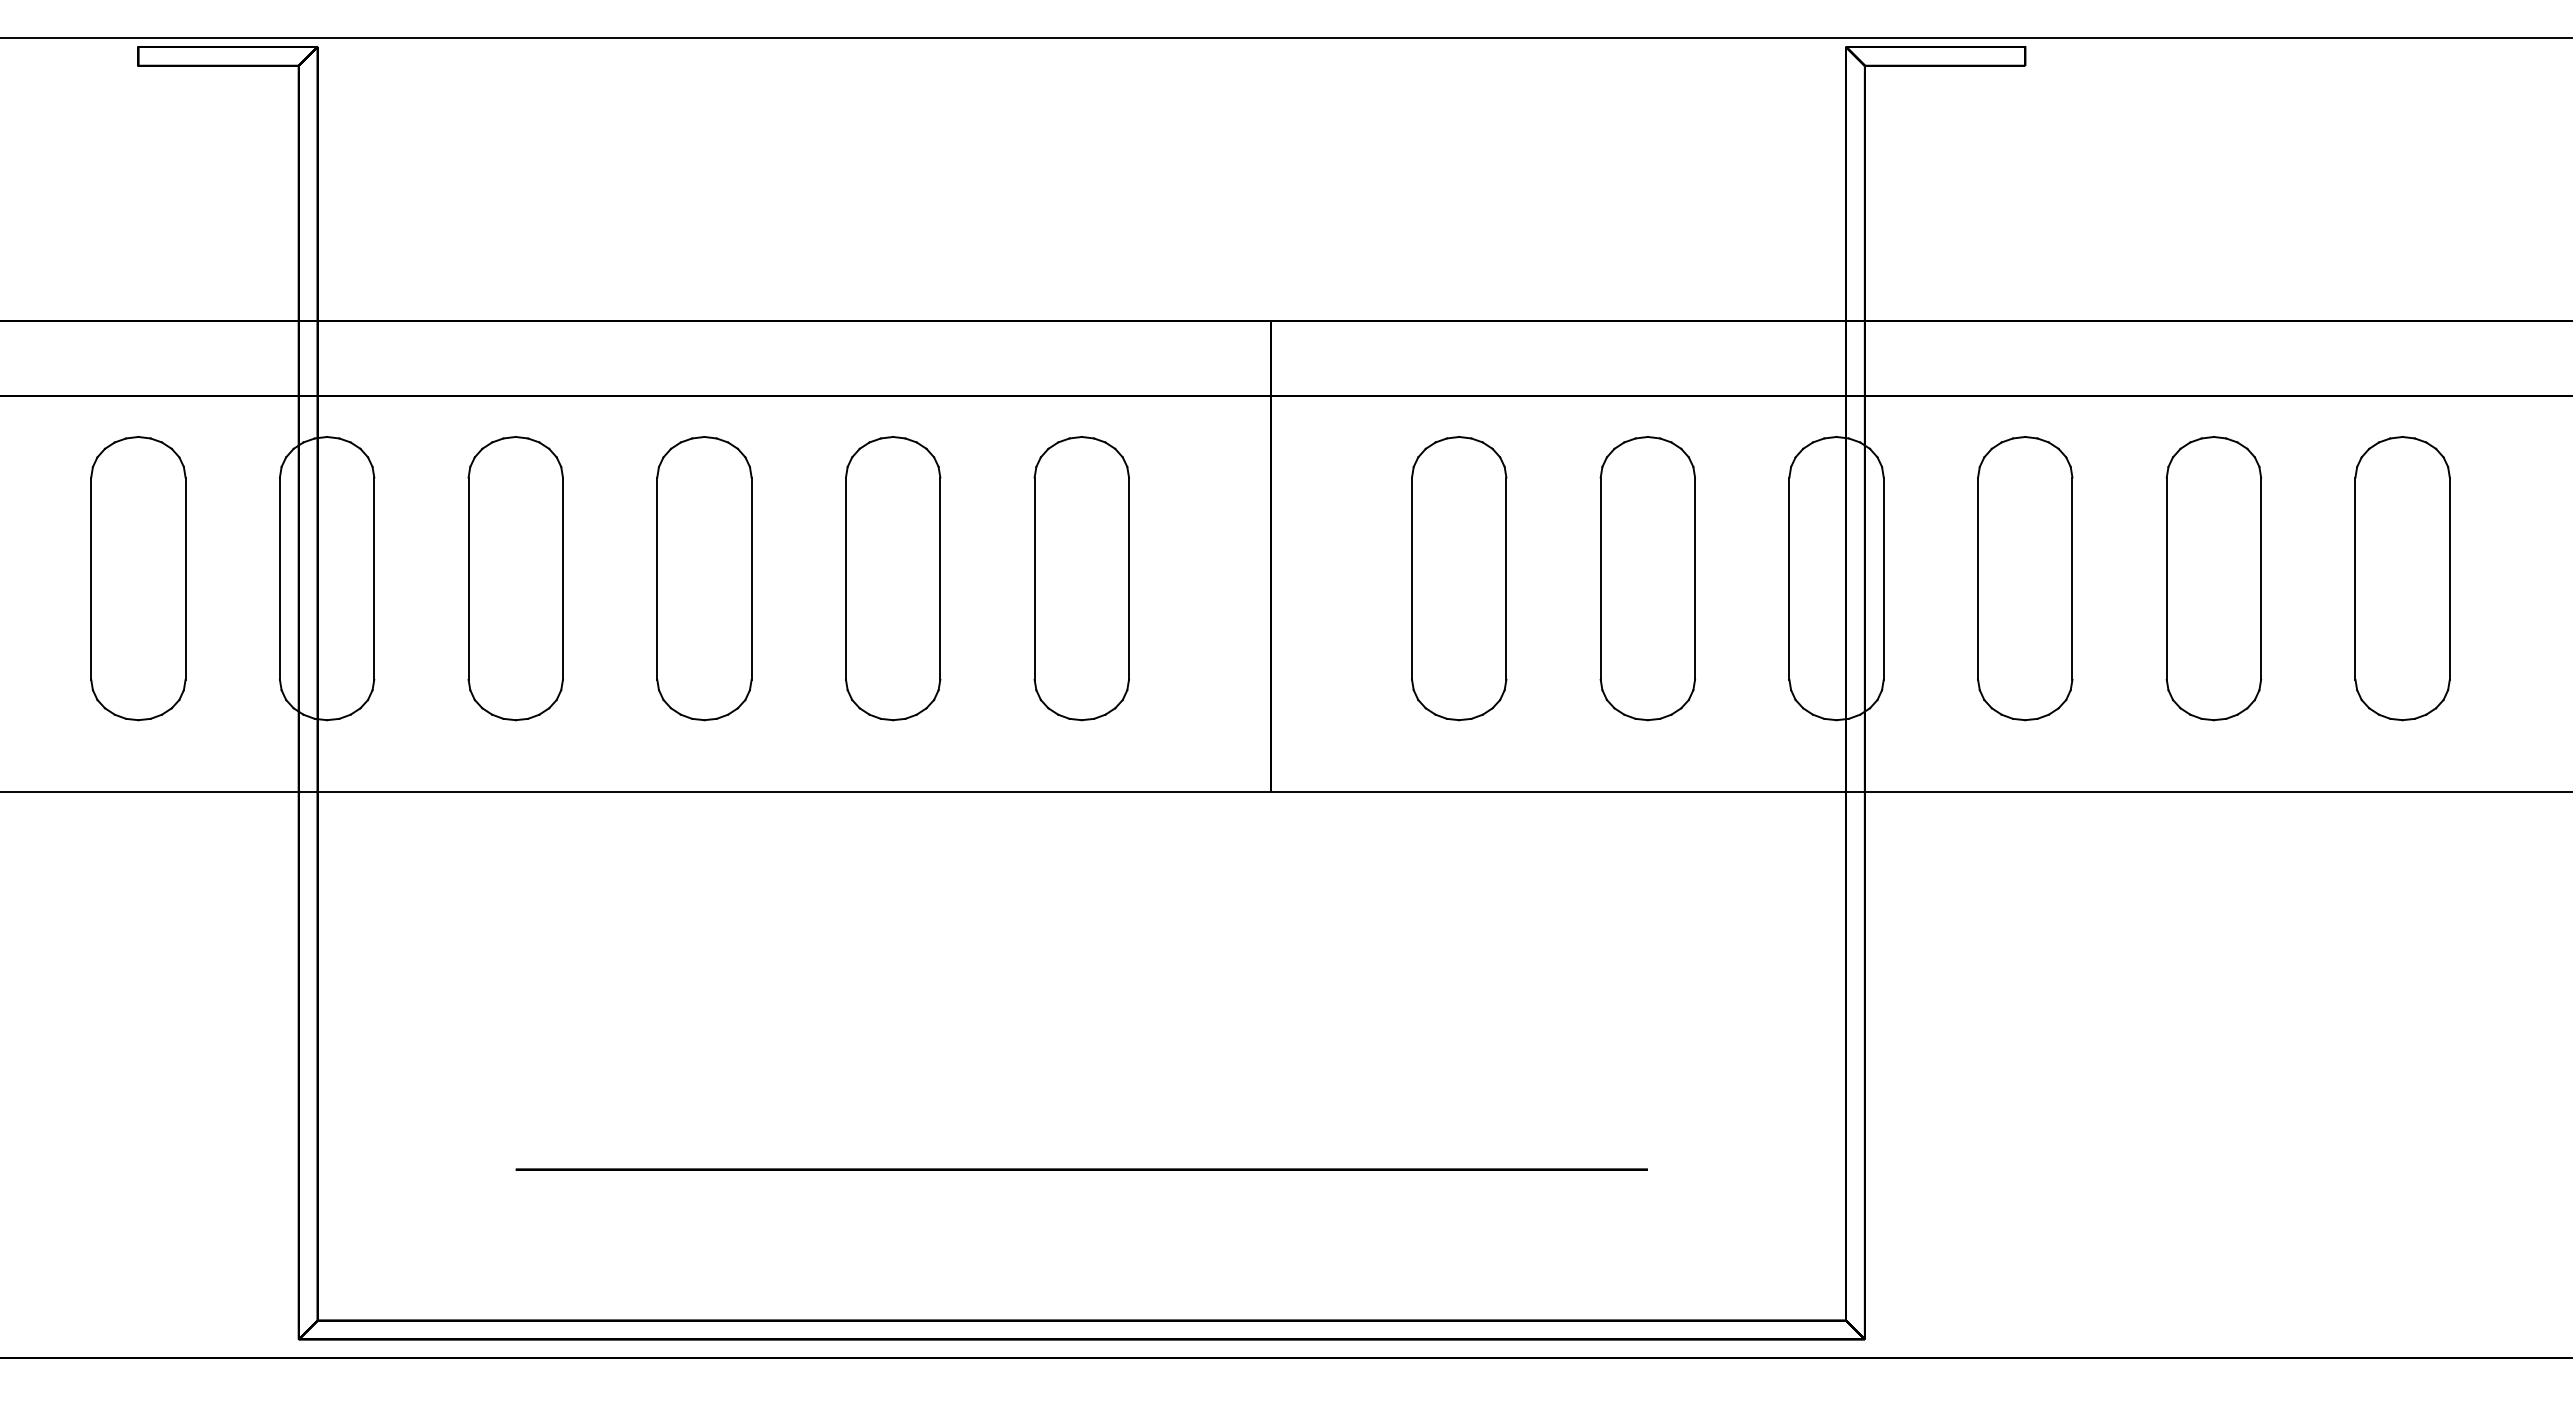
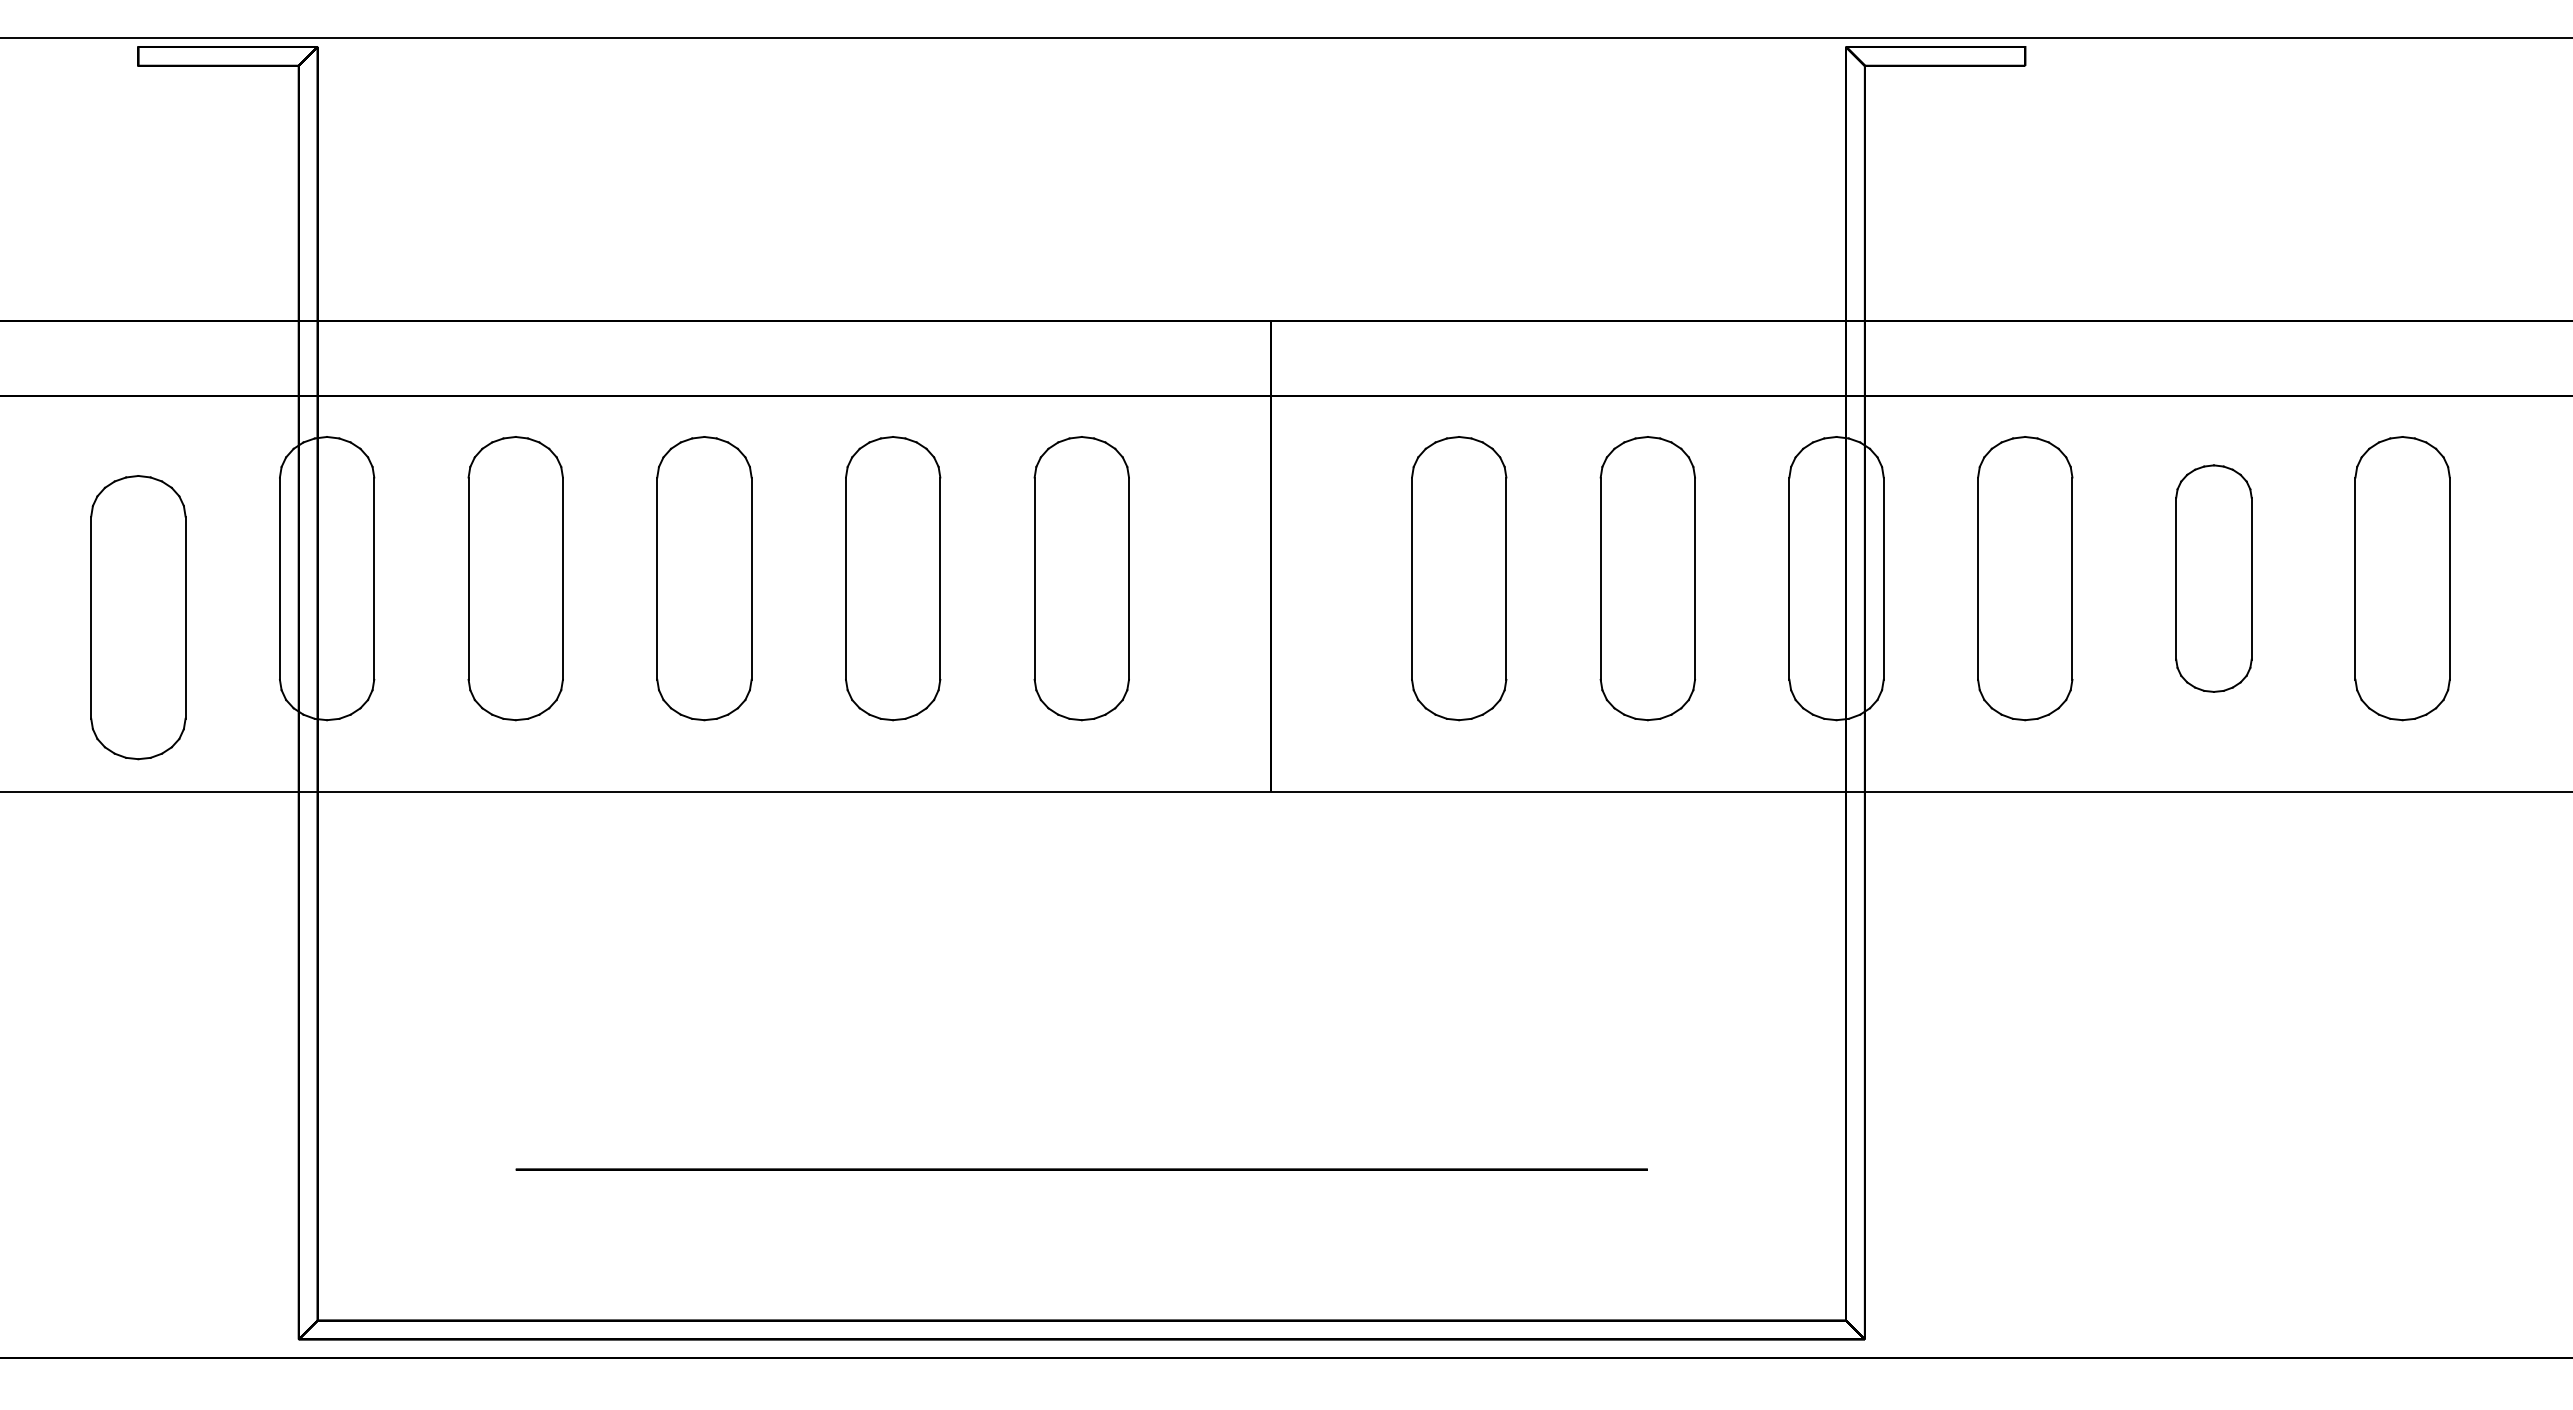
part at (138, 578) position: (138, 578) -> (138, 617)
part at (2213, 578) size: 98x286 px -> 78x229 px
